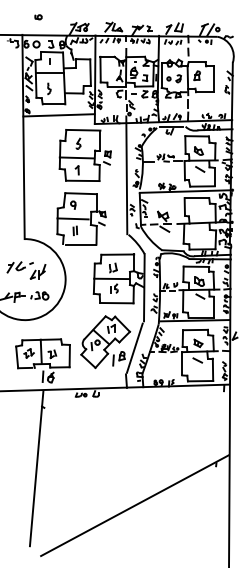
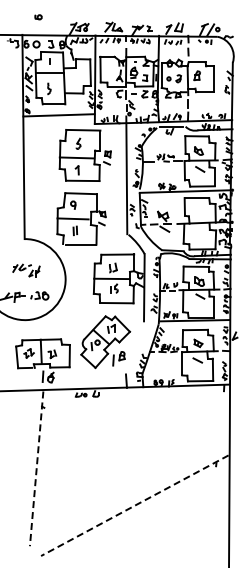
part at (26, 270) size: 41x19 px -> 29x15 px
line at (134, 347): present -> none
line at (36, 468): solid -> dashed
line at (134, 505): solid -> dashed
